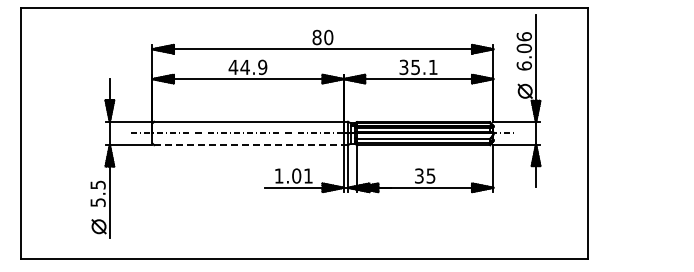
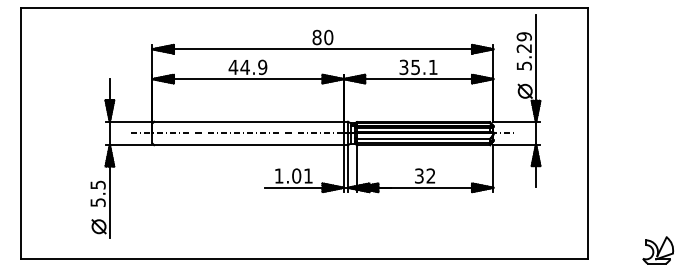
text at (523, 51): 6.06 -> 5.29
line at (249, 145): dashed -> solid
text at (430, 175): 35 -> 32
part at (658, 250): none -> present
